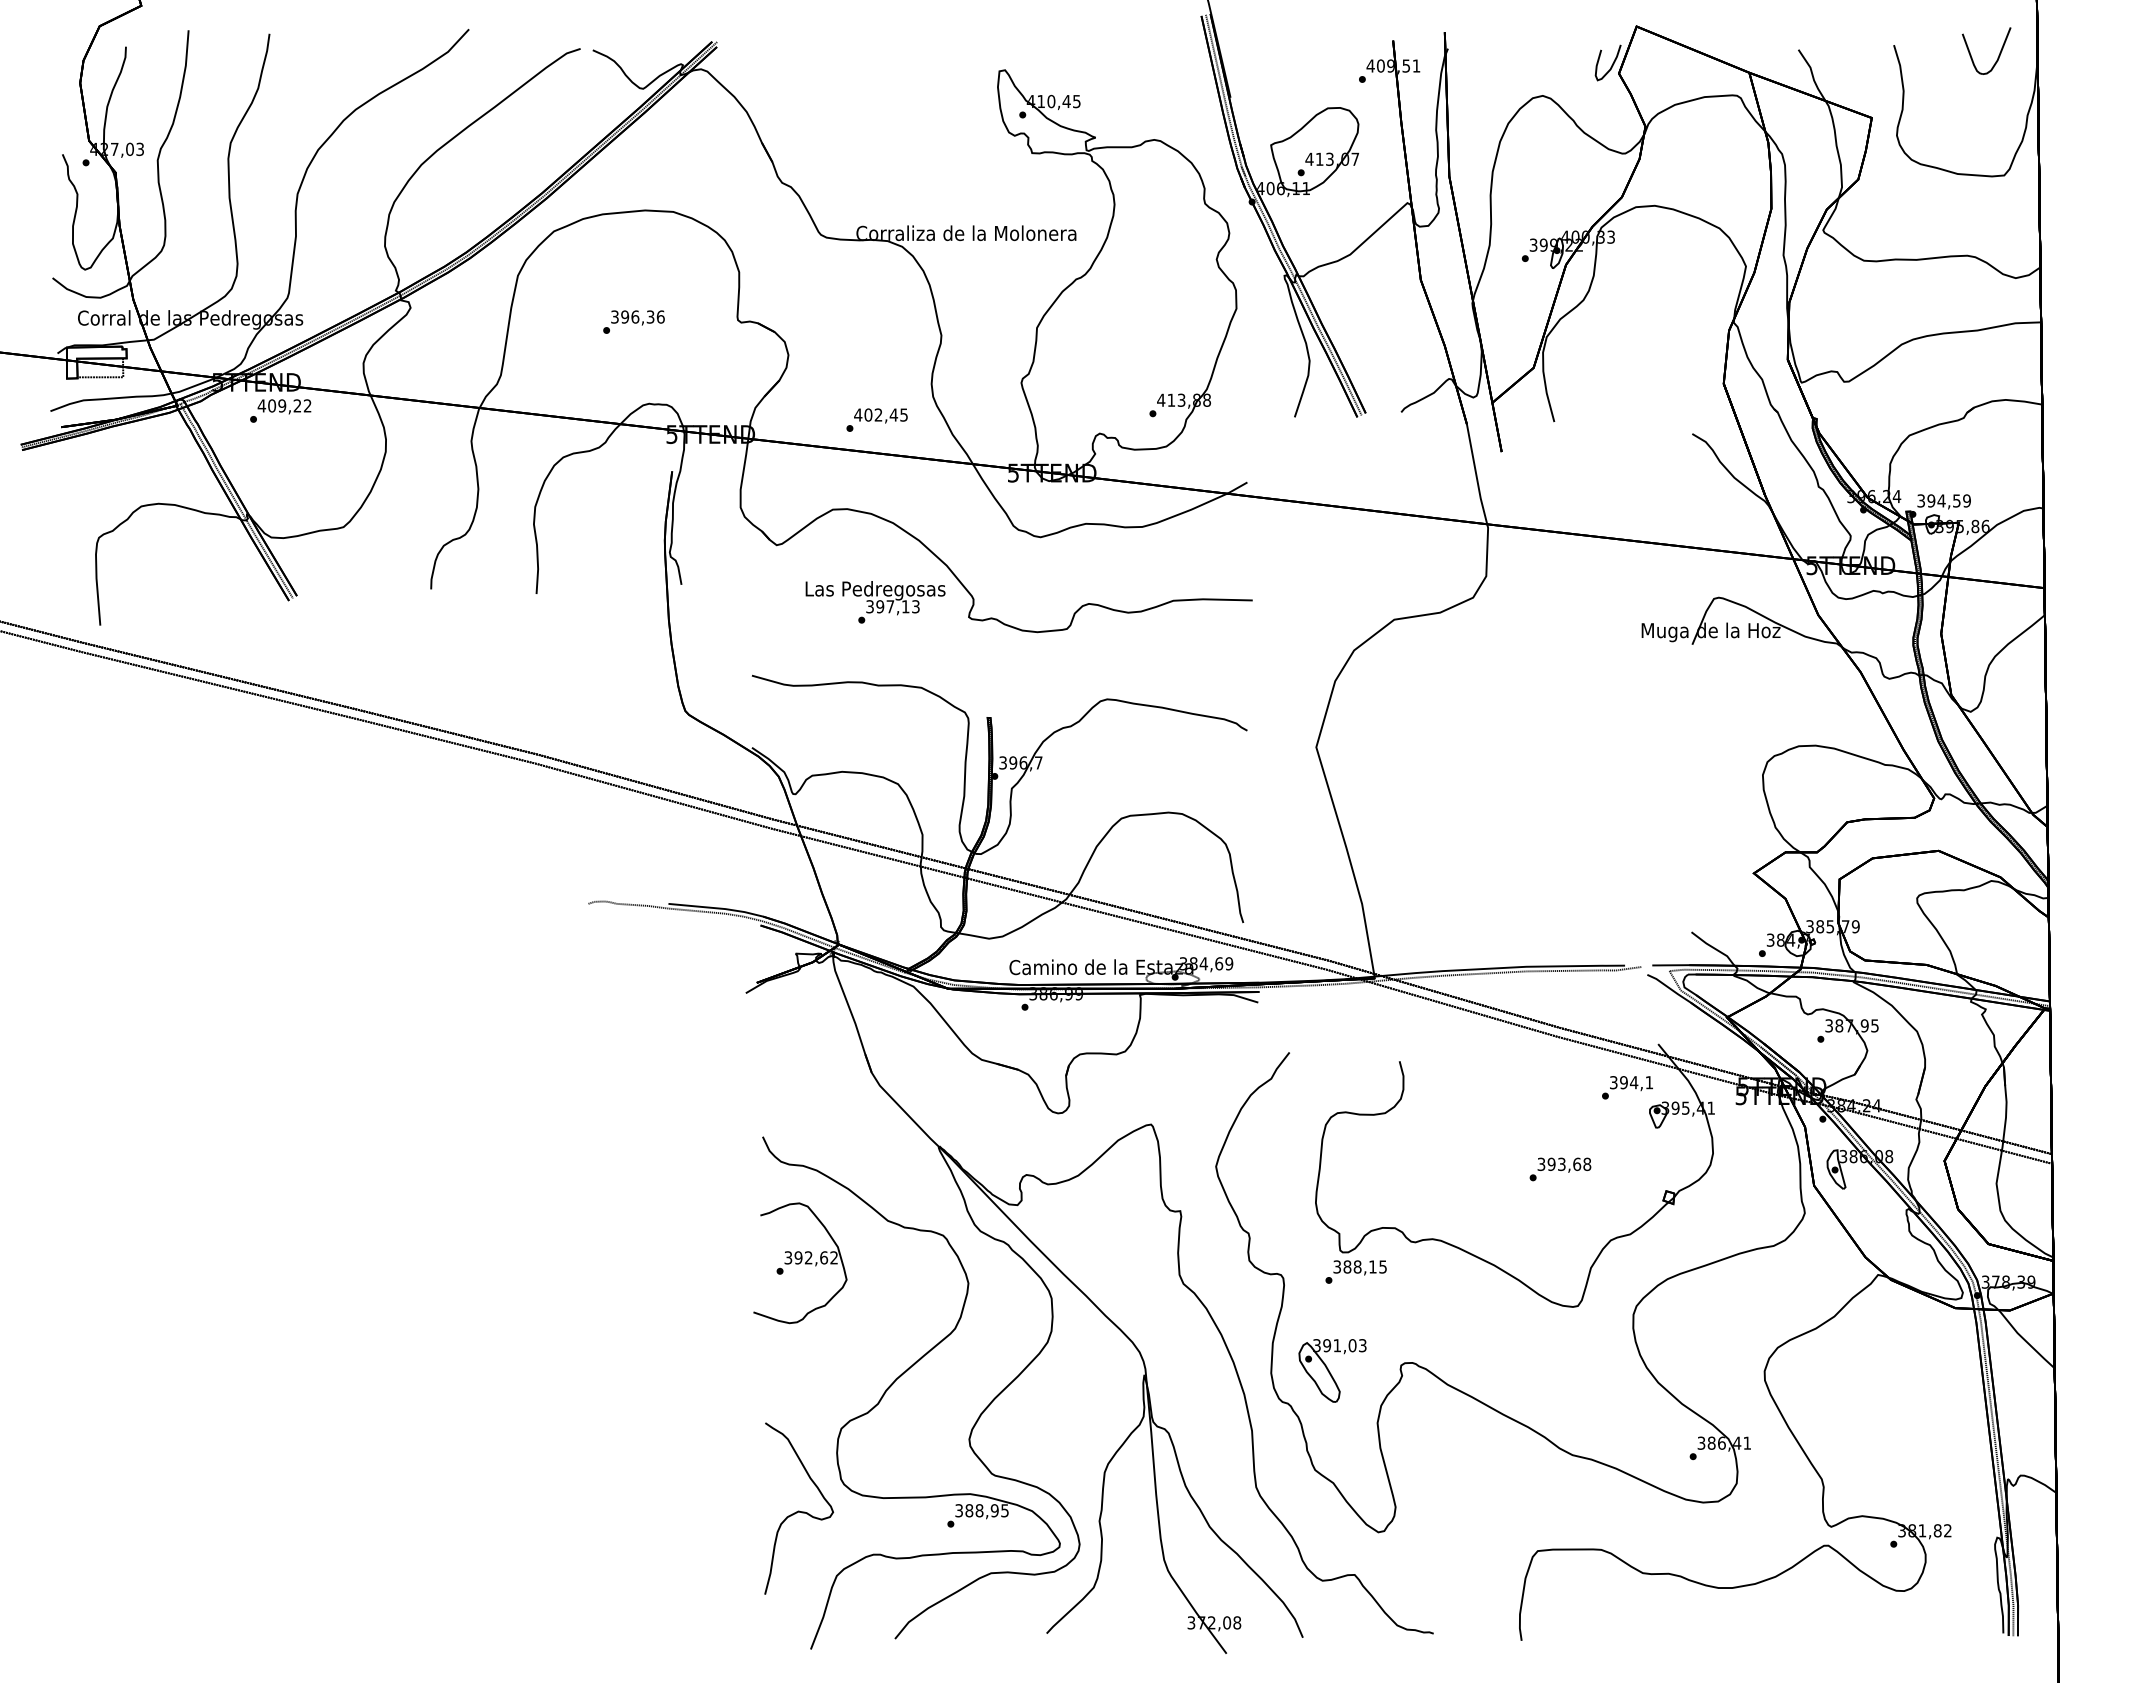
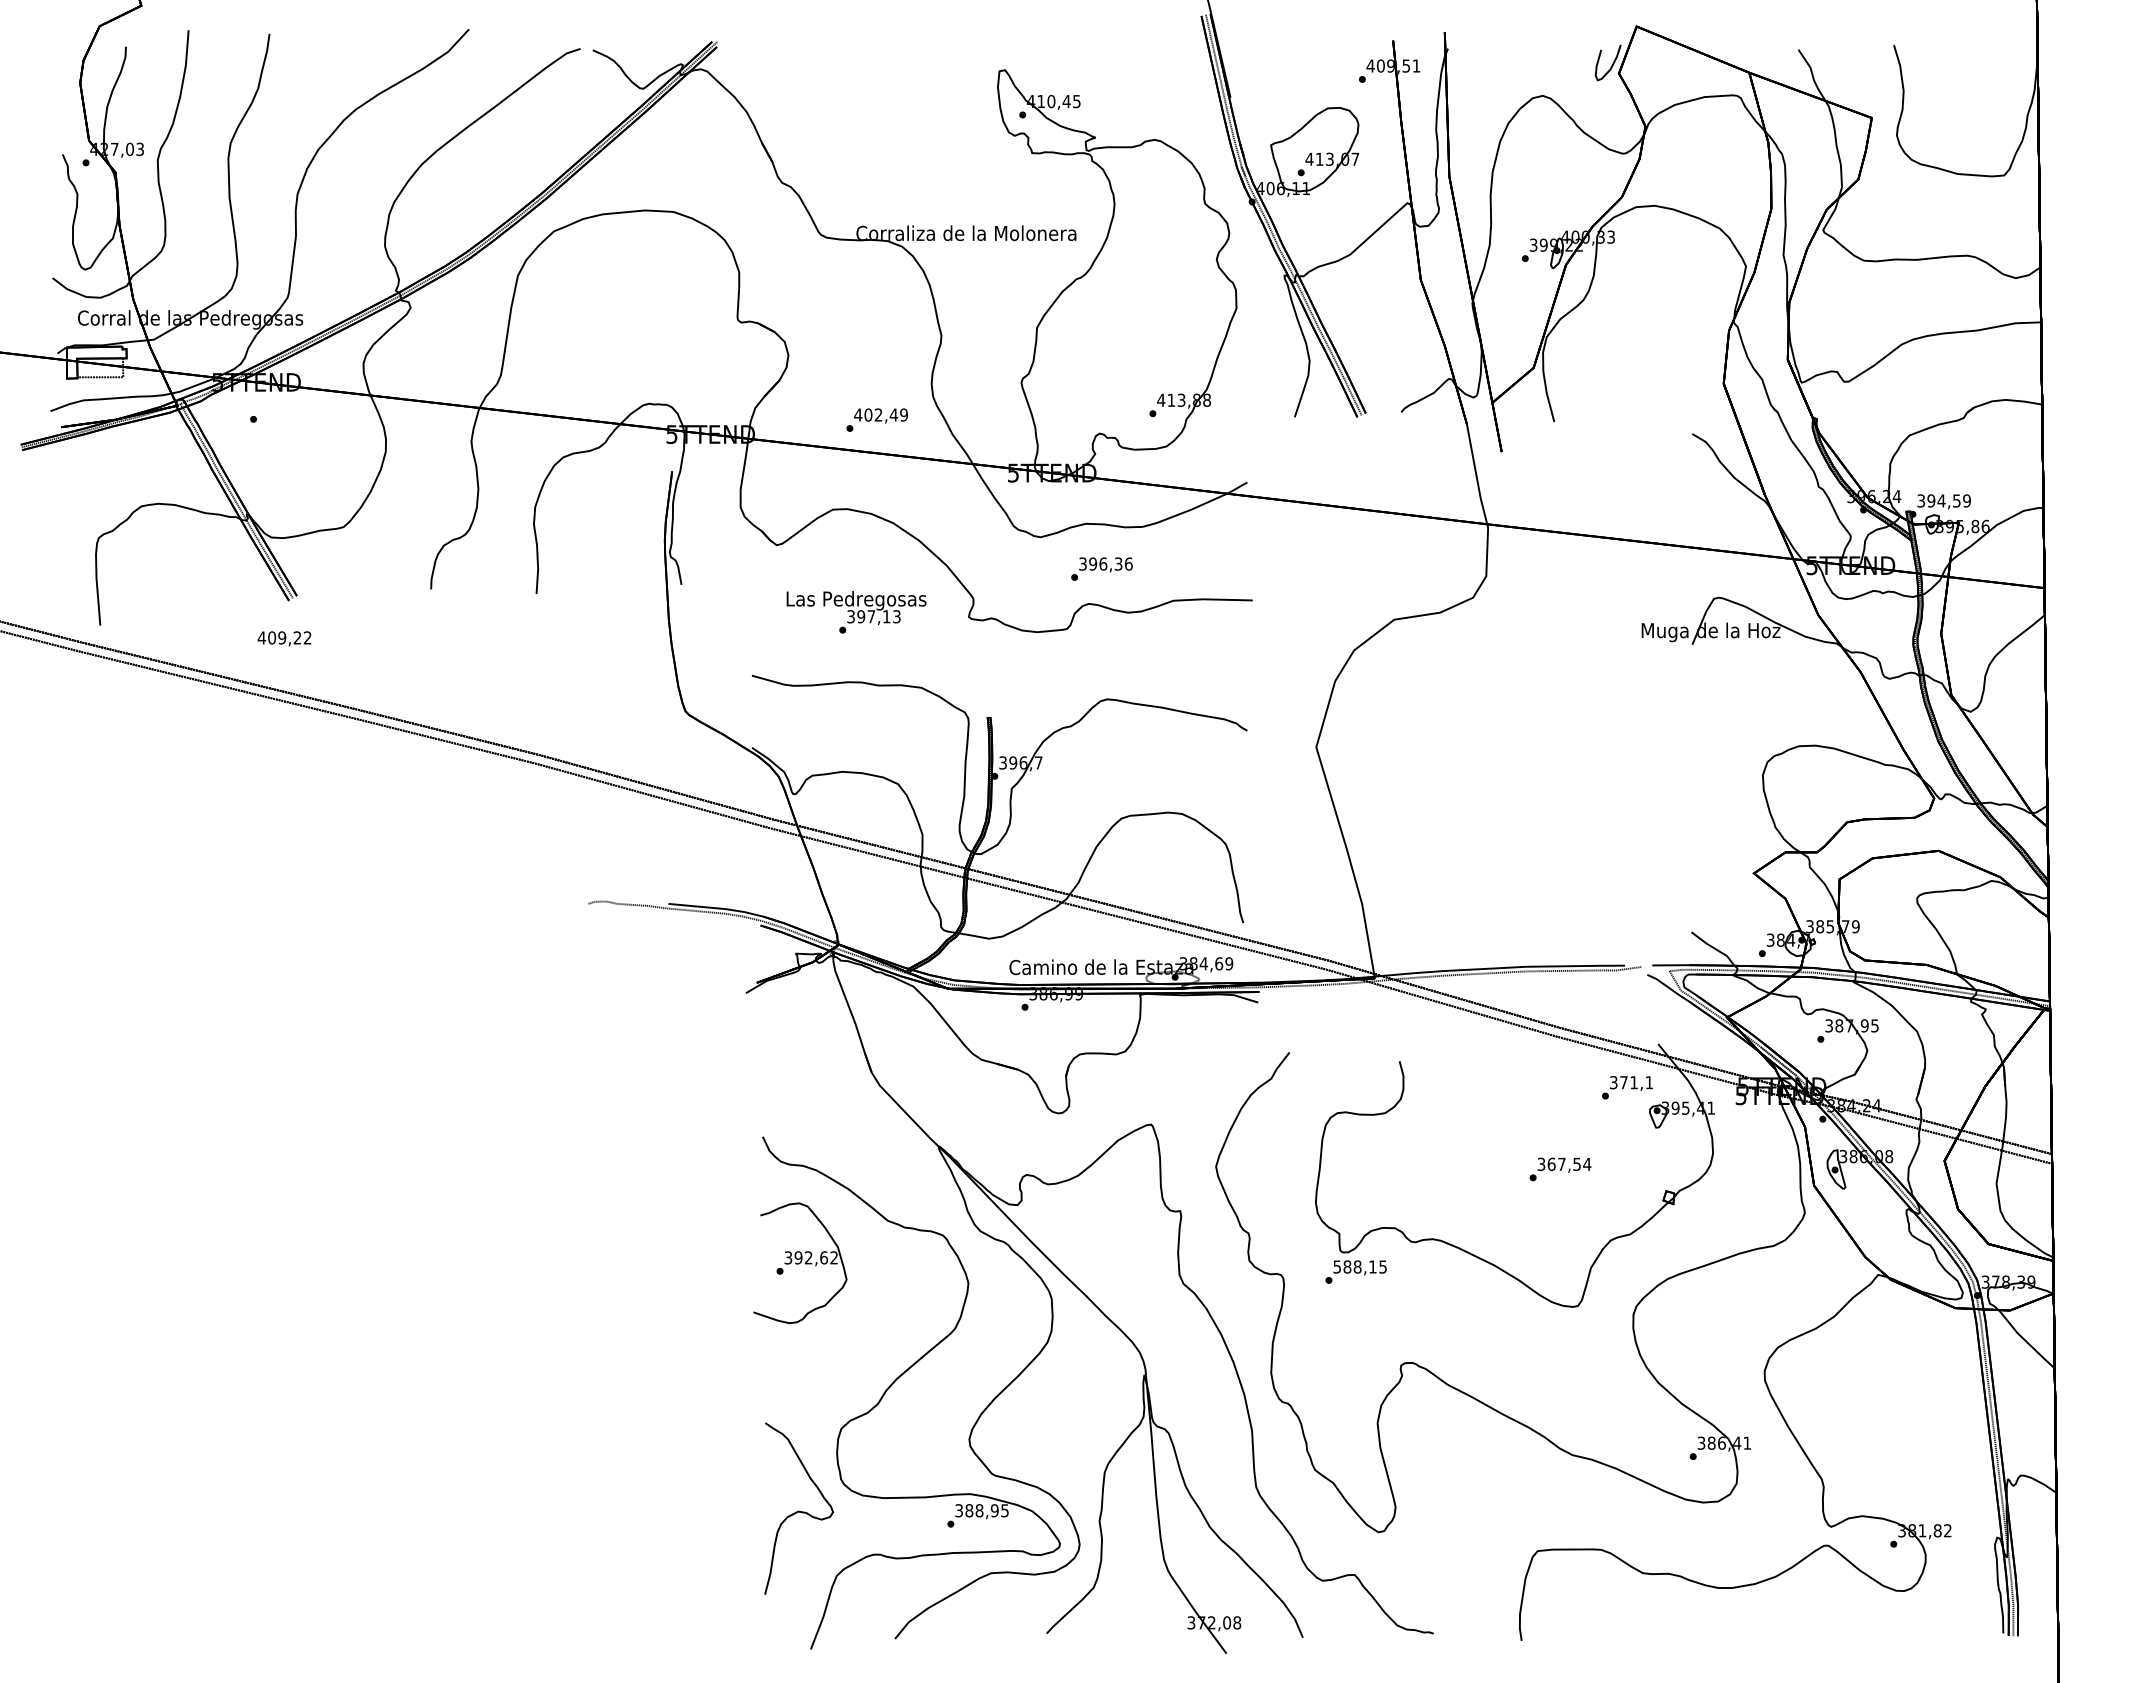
part at (1998, 55): present -> none
text at (633, 321) position: (633, 321) -> (1101, 568)
text at (284, 406) position: (284, 406) -> (284, 638)
text at (903, 414): 402,45 -> 402,49
text at (875, 602) position: (875, 602) -> (856, 612)
text at (1629, 1082): 394,1 -> 371,1
text at (1569, 1164): 393,68 -> 367,54
text at (1336, 1266): 388,15 -> 588,15
part at (1332, 1370): present -> none
